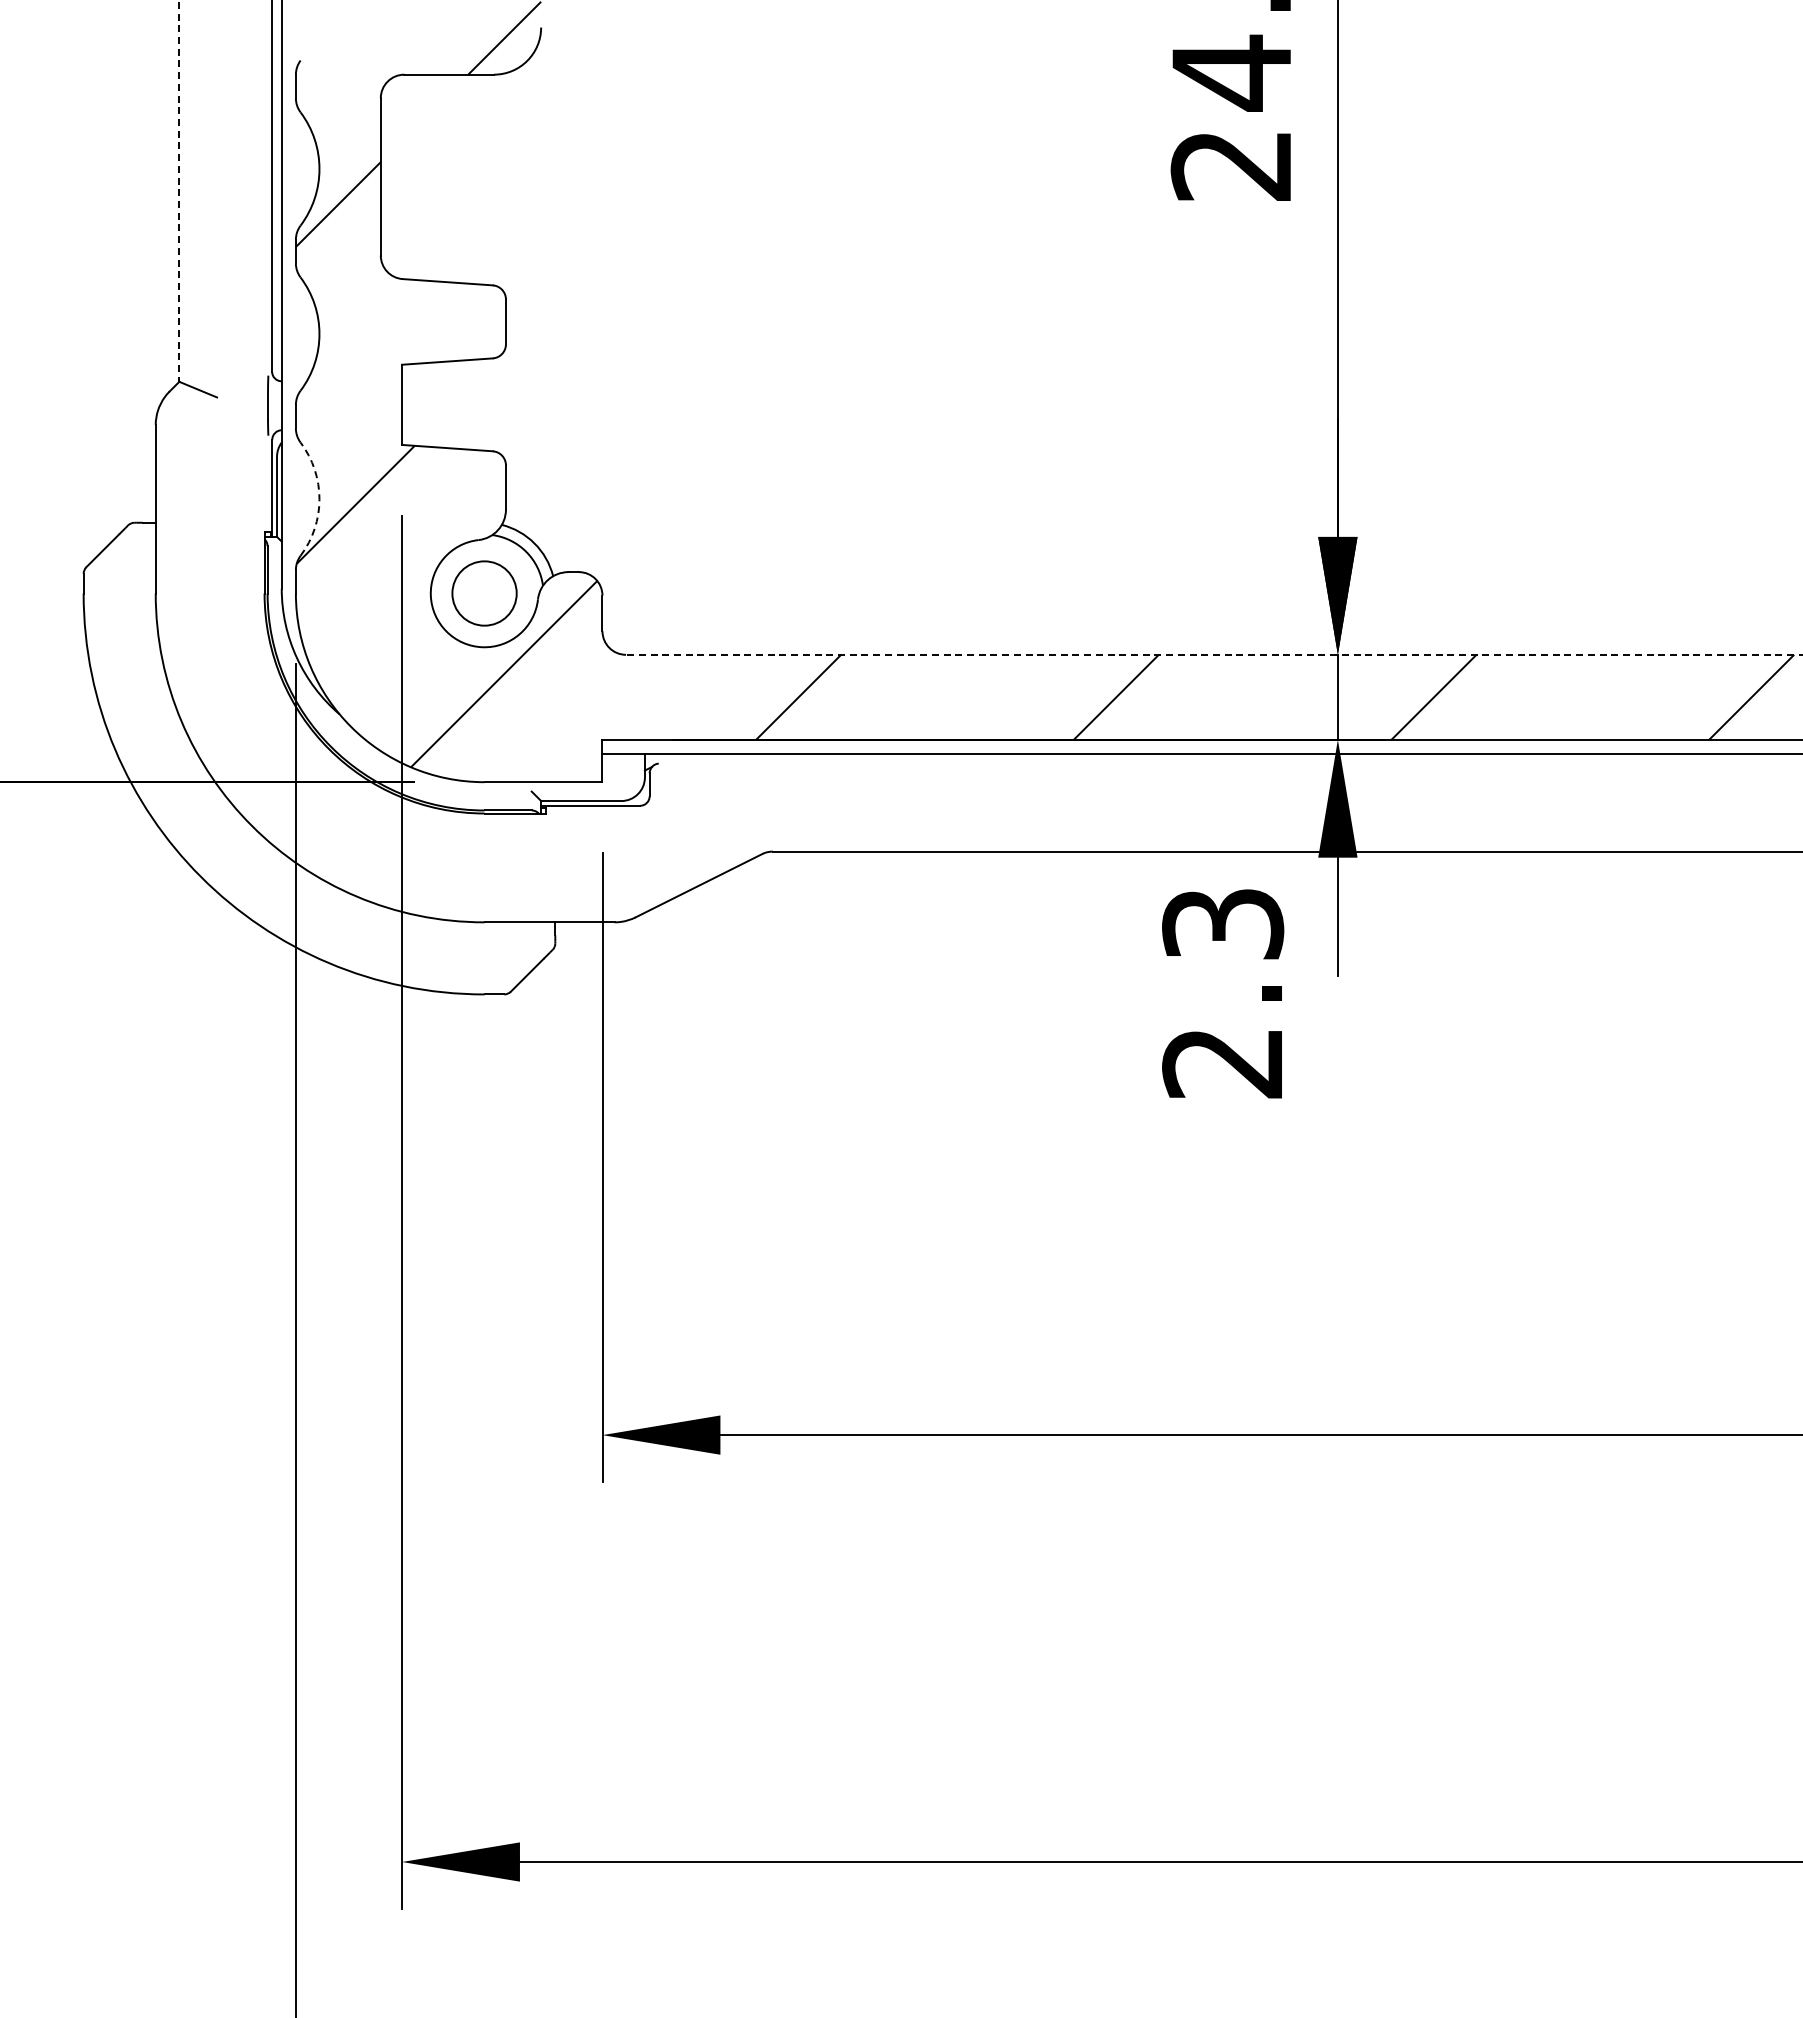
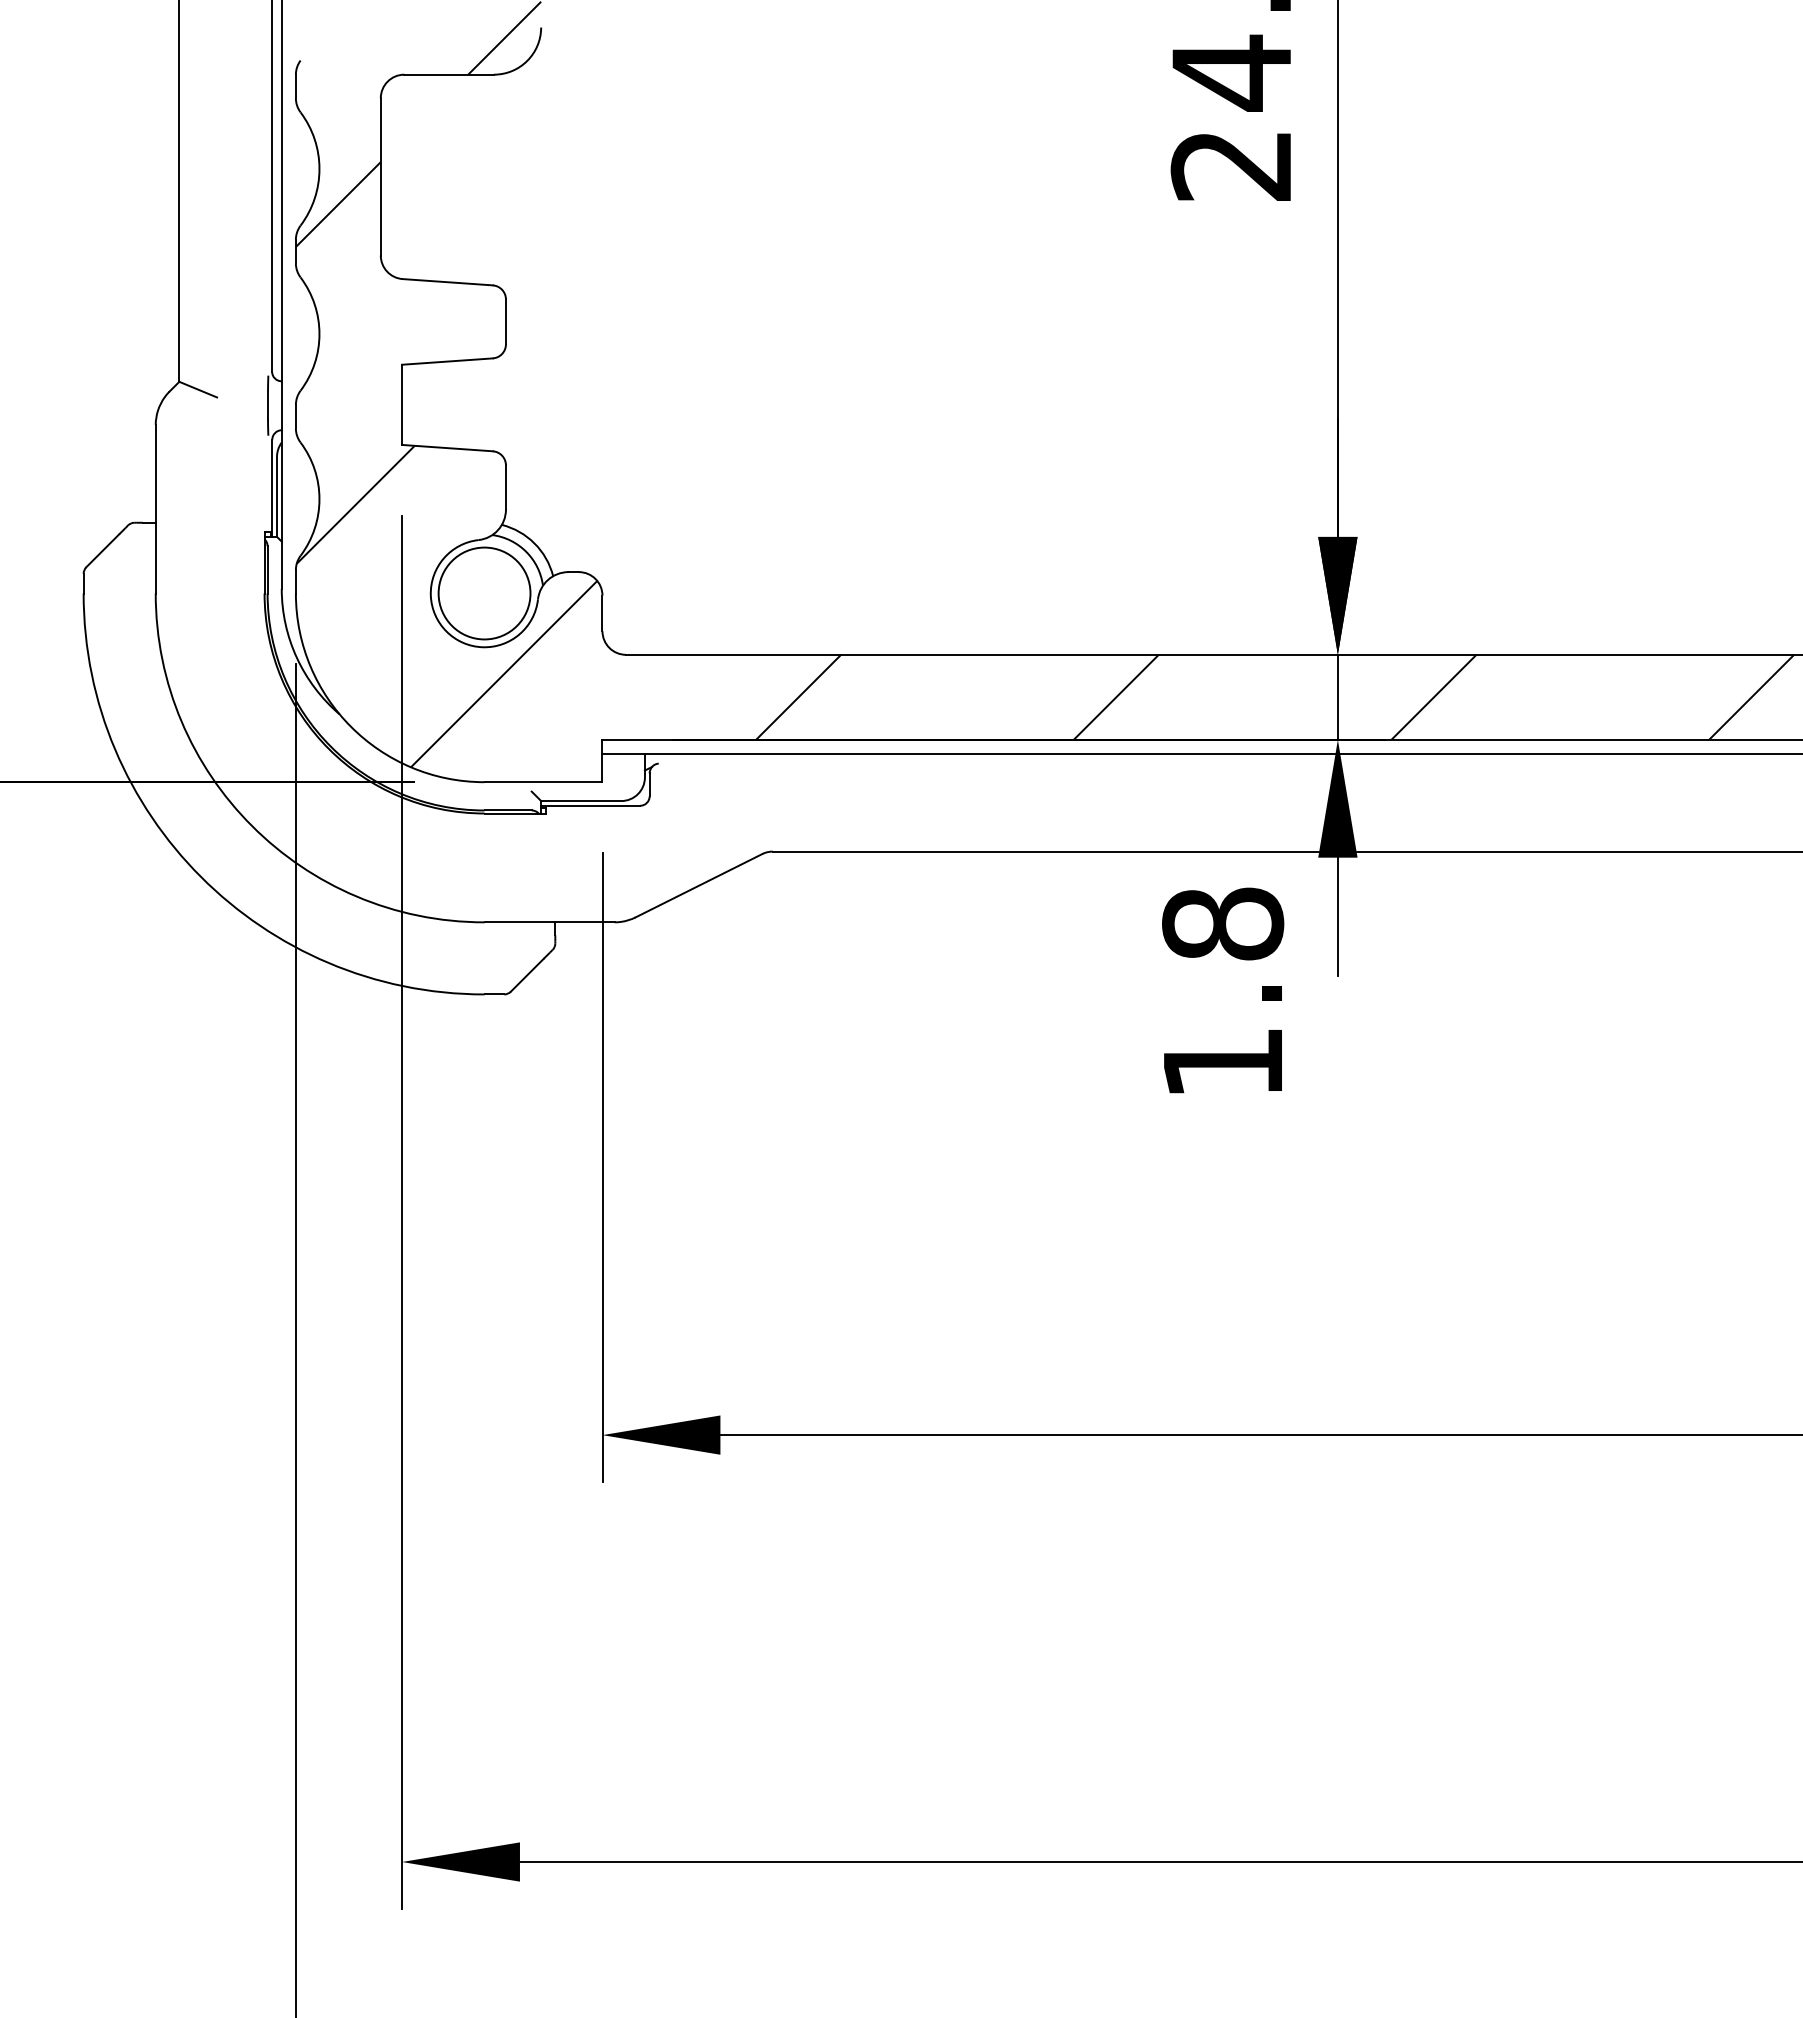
line at (179, 191): dashed -> solid
arc at (319, 499): dashed -> solid
circle at (484, 593) diameter: 64 px -> 92 px
line at (1213, 654): dashed -> solid
text at (1223, 992): 2.3 -> 1.8
